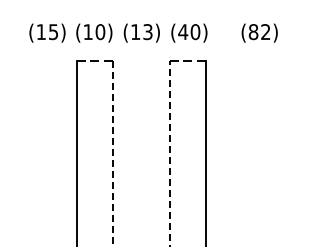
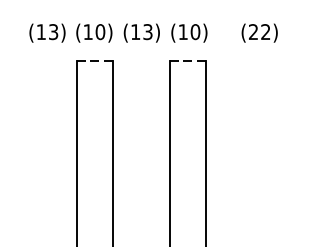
text at (53, 31): (15) -> (13)
text at (183, 31): (40) -> (10)
text at (253, 32): (82) -> (22)
line at (169, 153): dashed -> solid
line at (112, 154): dashed -> solid
